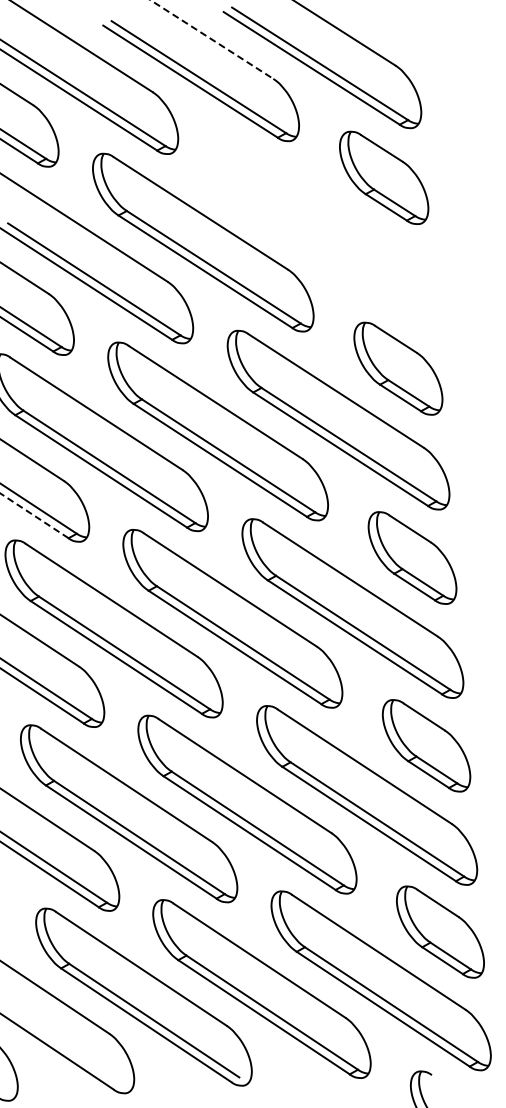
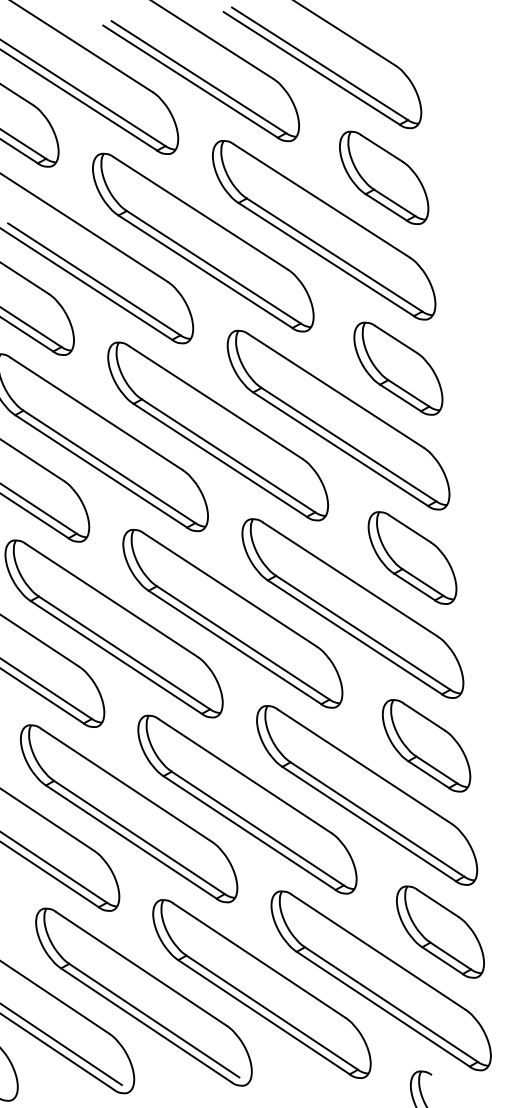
line at (211, 39): dashed -> solid
part at (324, 230): none -> present
line at (34, 515): dashed -> solid
line at (61, 1045): none -> present
